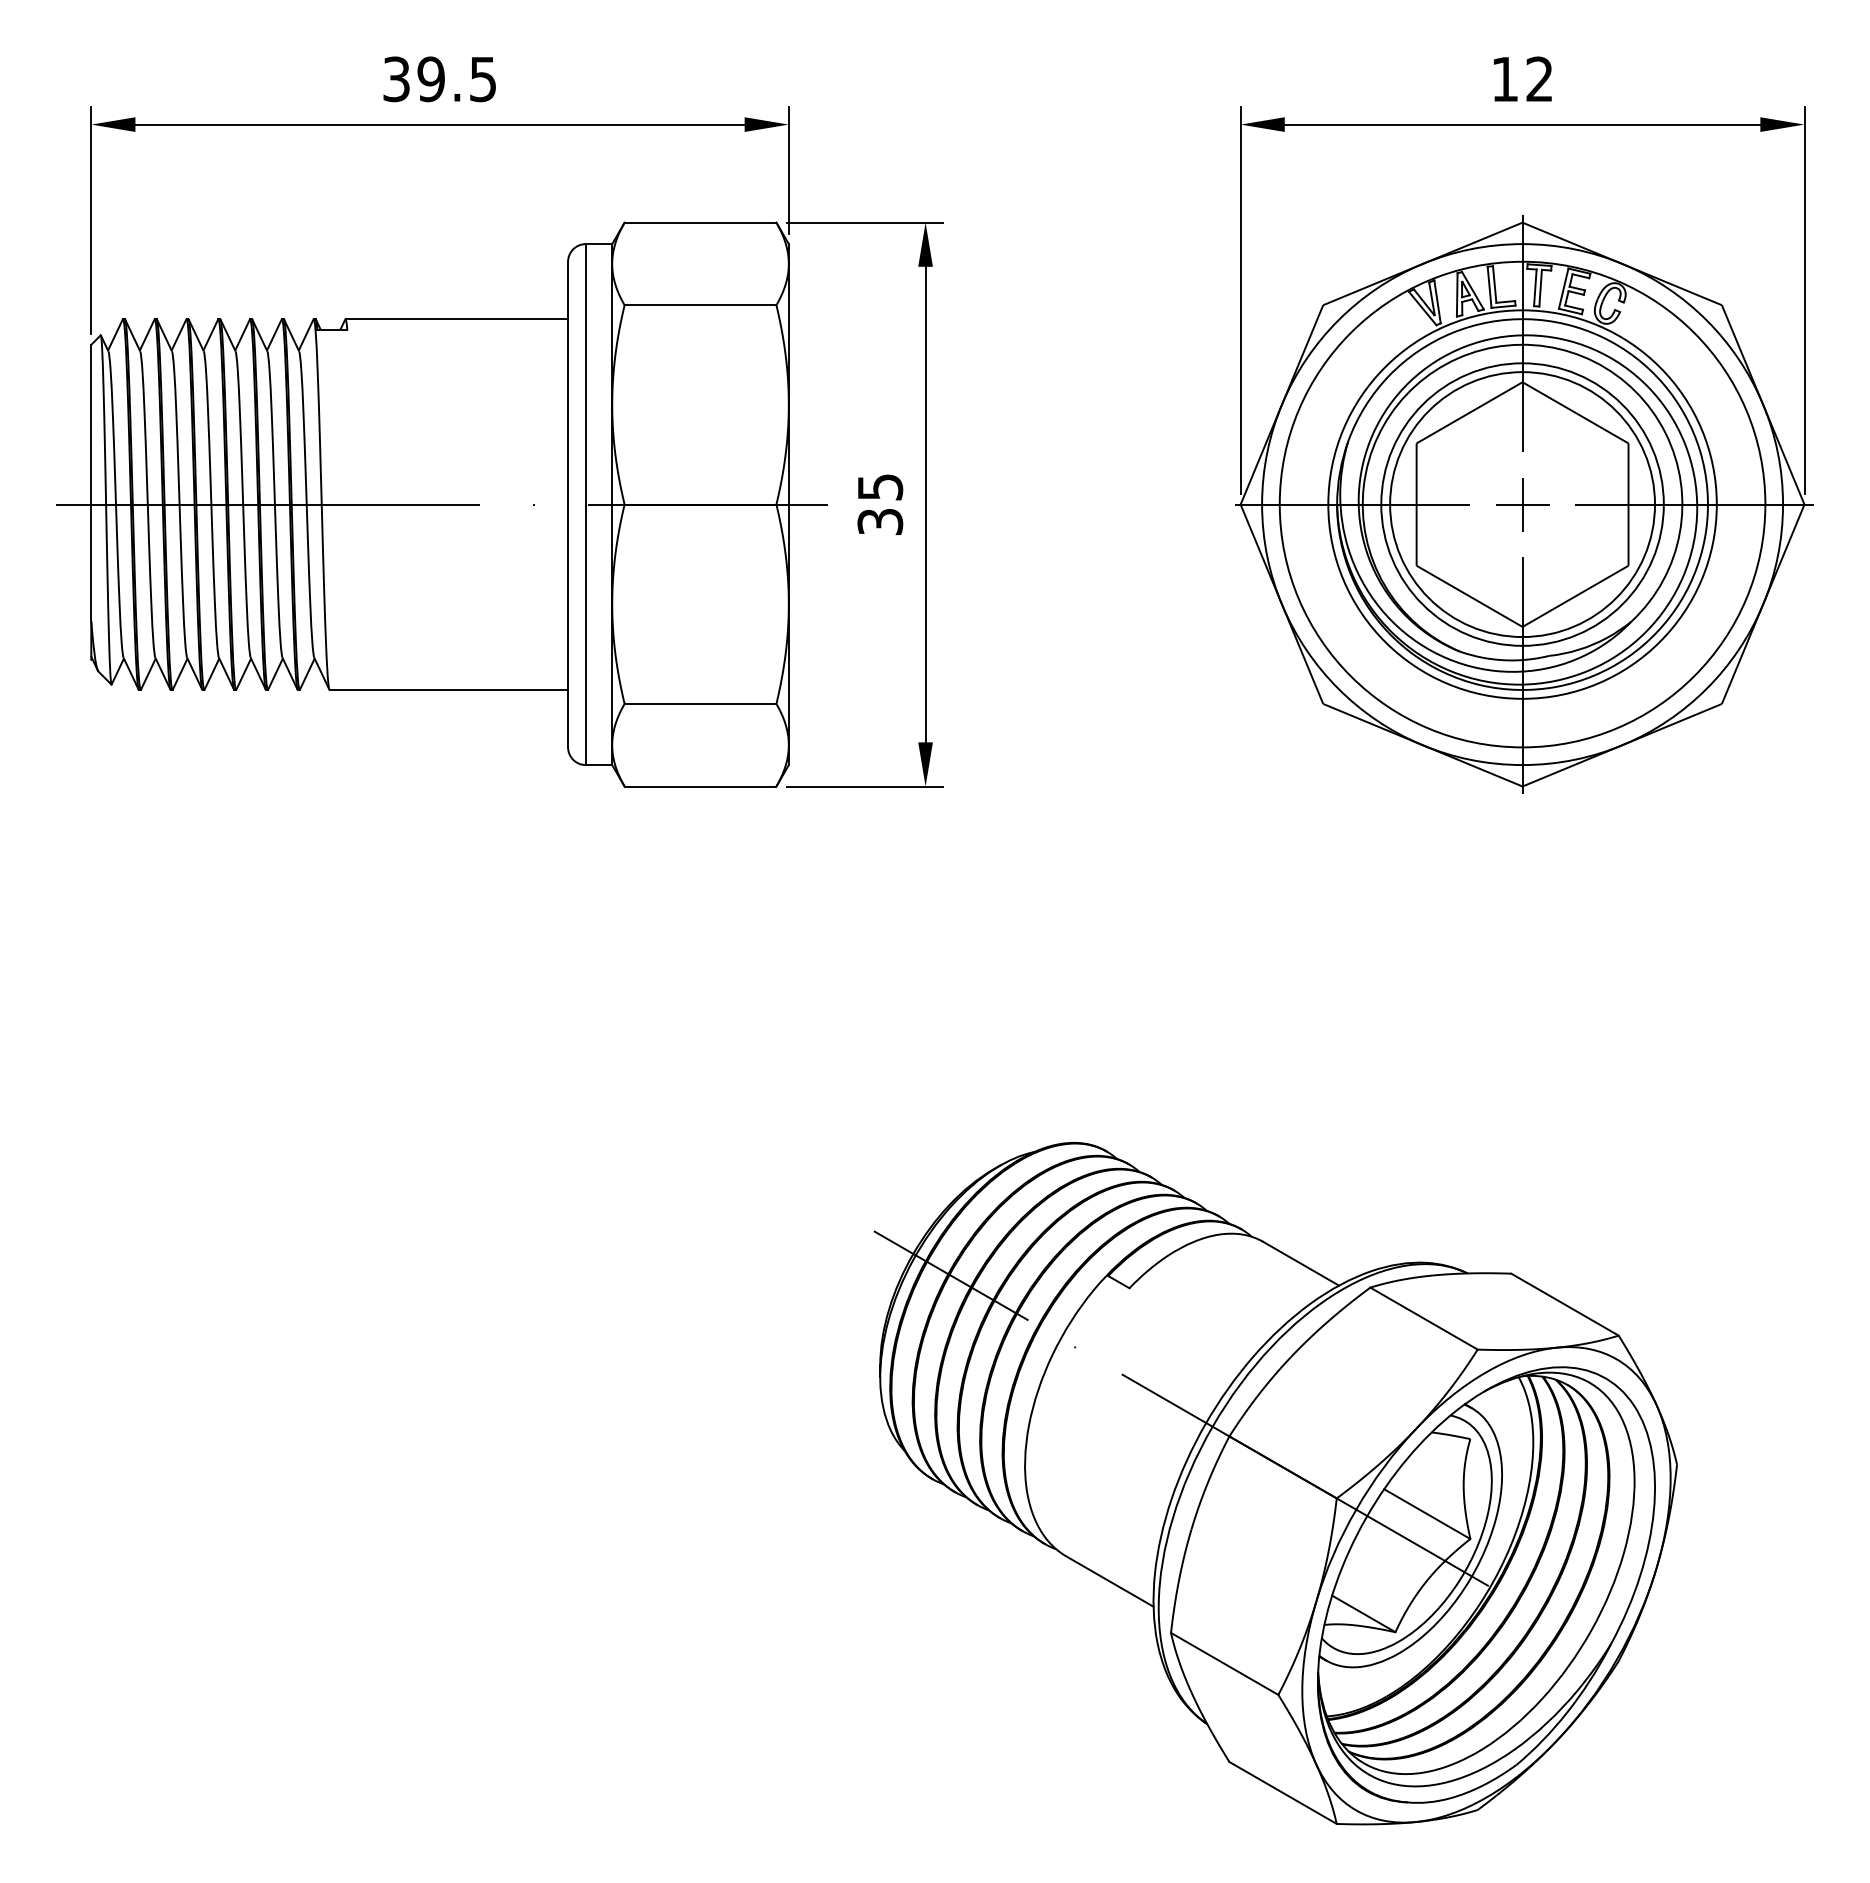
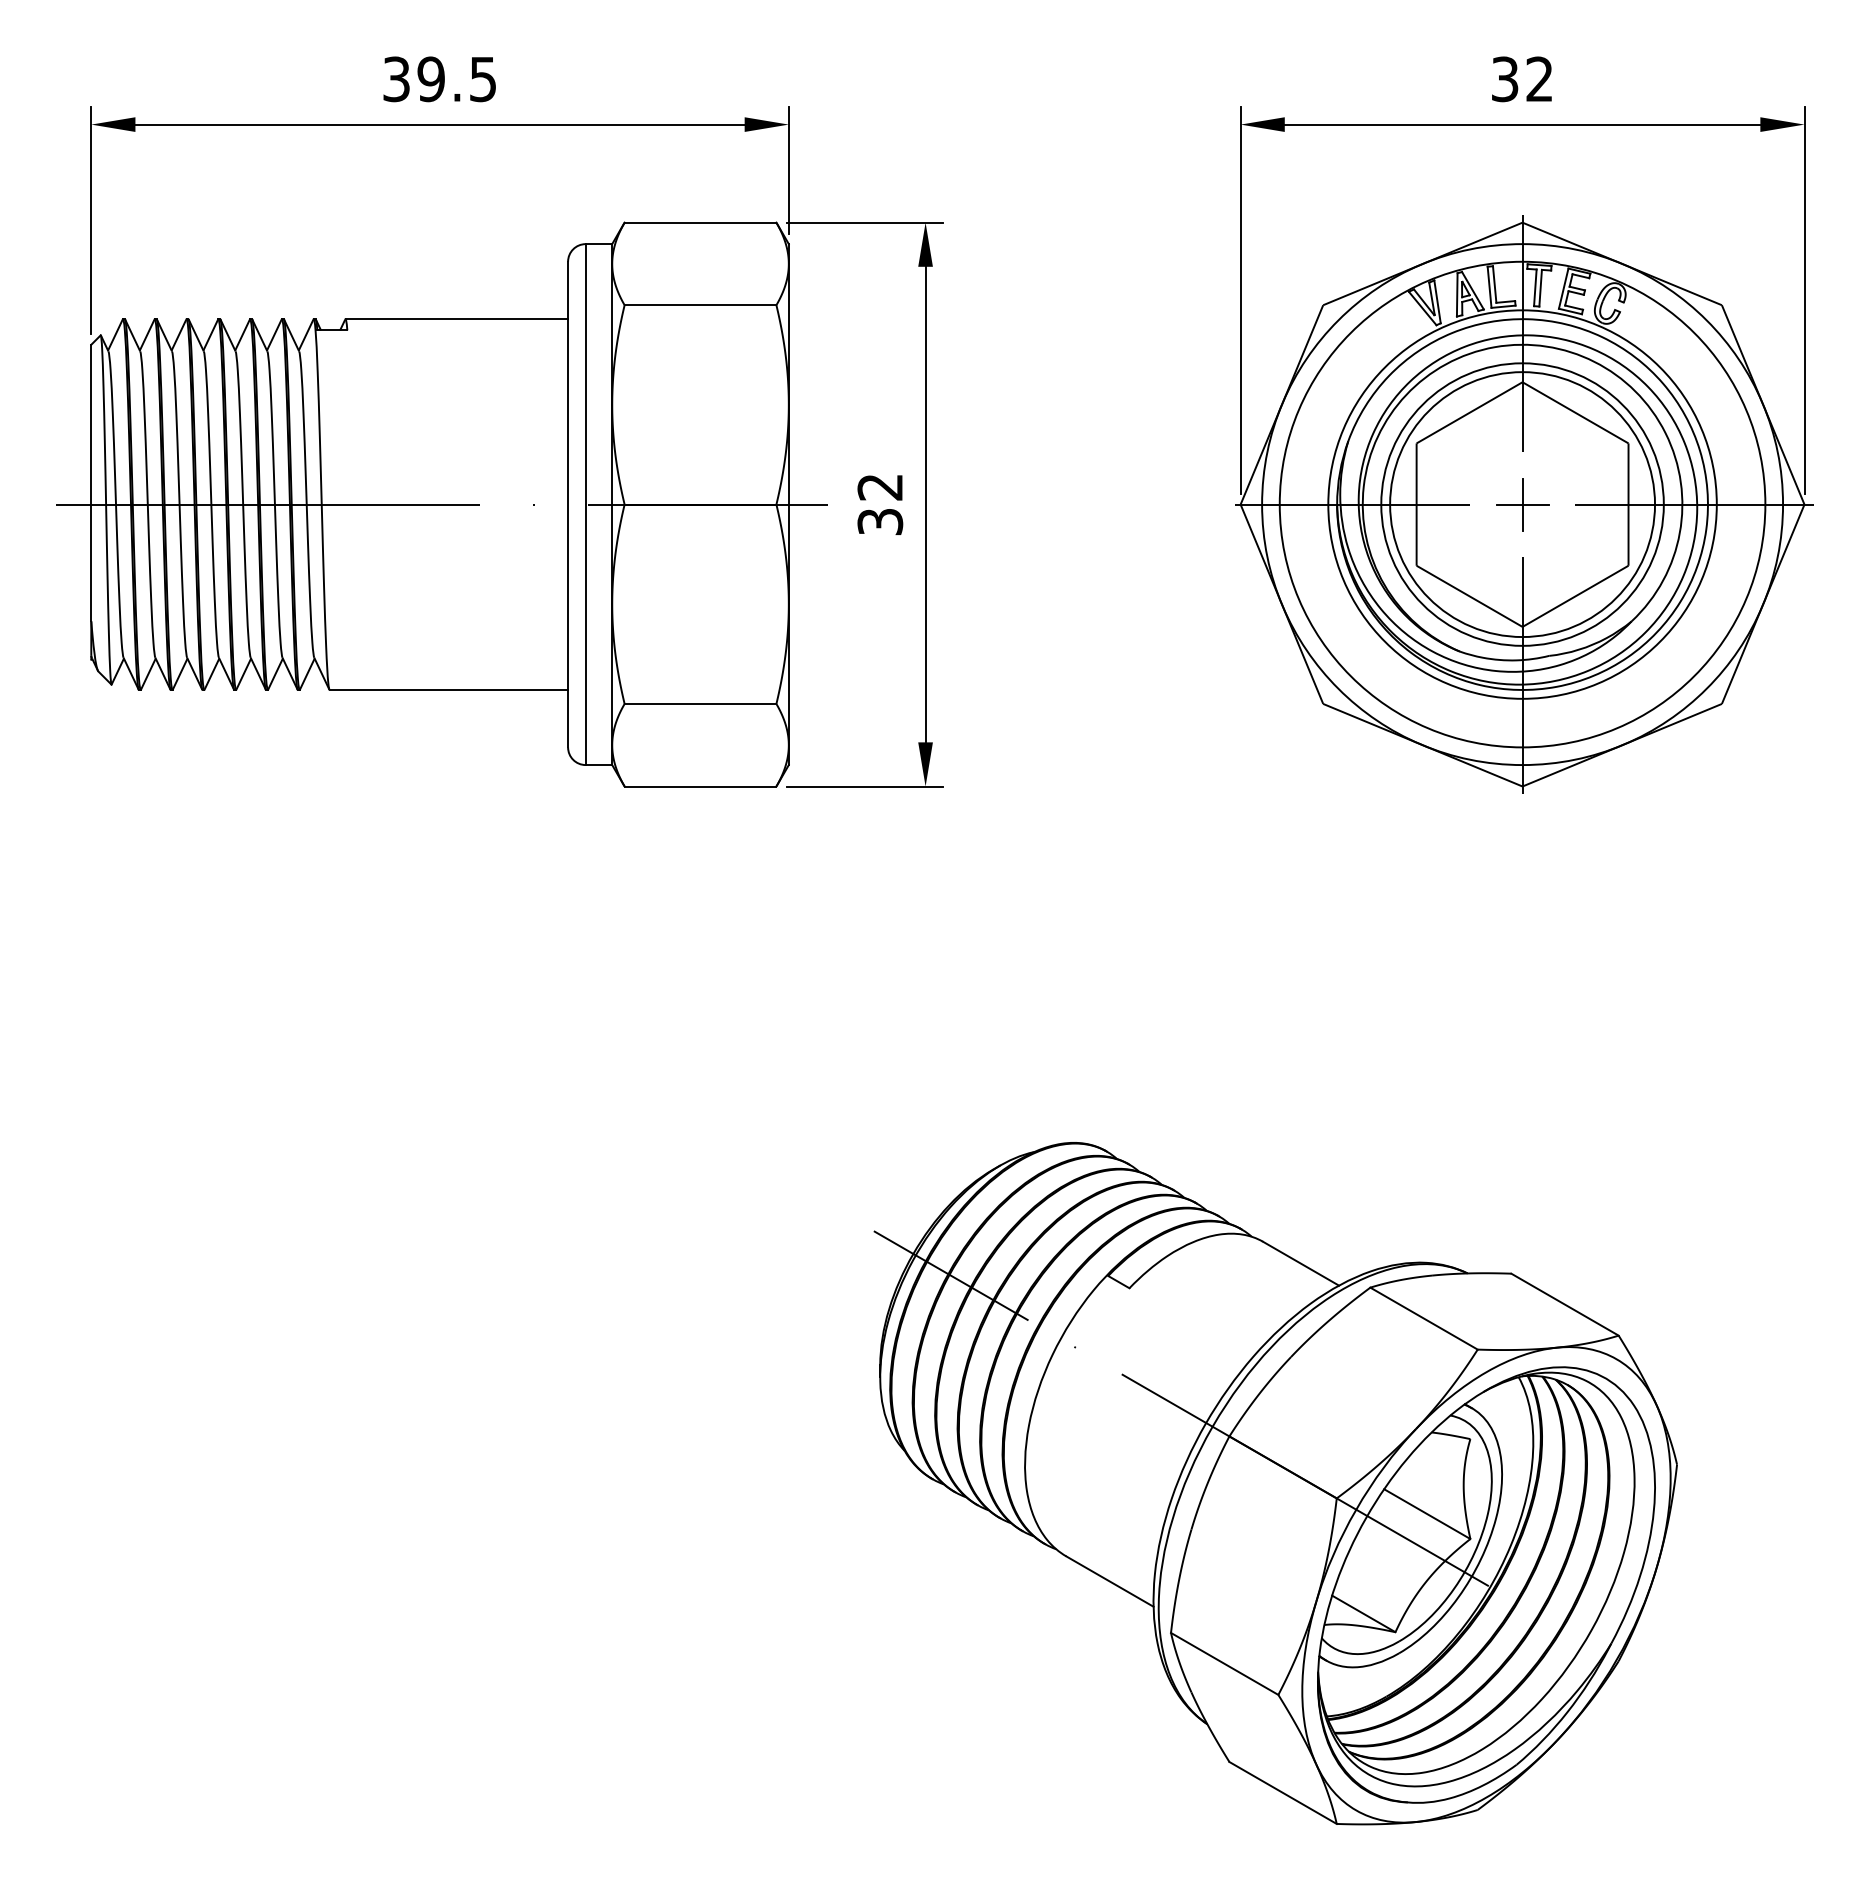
text at (1505, 79): 12 -> 32
text at (880, 487): 35 -> 32
